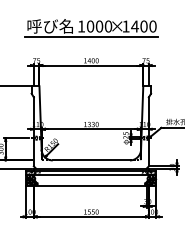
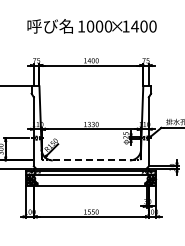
line at (91, 37): present -> none
line at (91, 160): solid -> dashed
